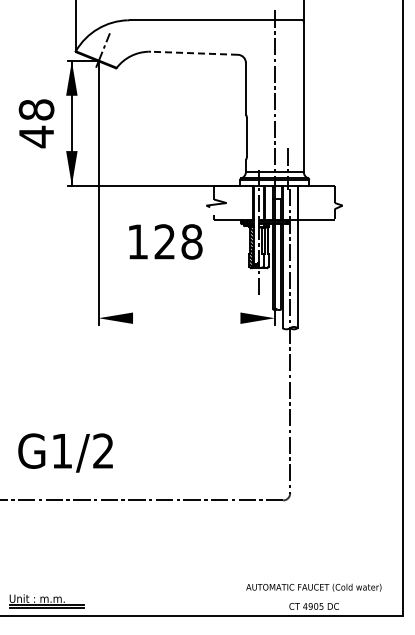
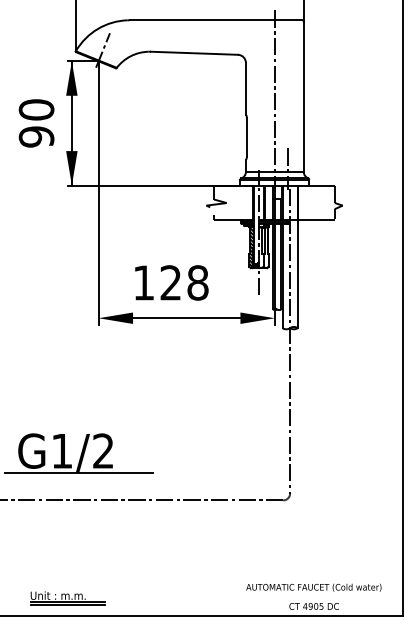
line at (194, 53): dashed -> solid
text at (36, 123): 48 -> 90
text at (165, 241) position: (165, 241) -> (171, 282)
line at (186, 318): none -> present
line at (78, 472): none -> present
part at (46, 601) position: (46, 601) -> (67, 598)
